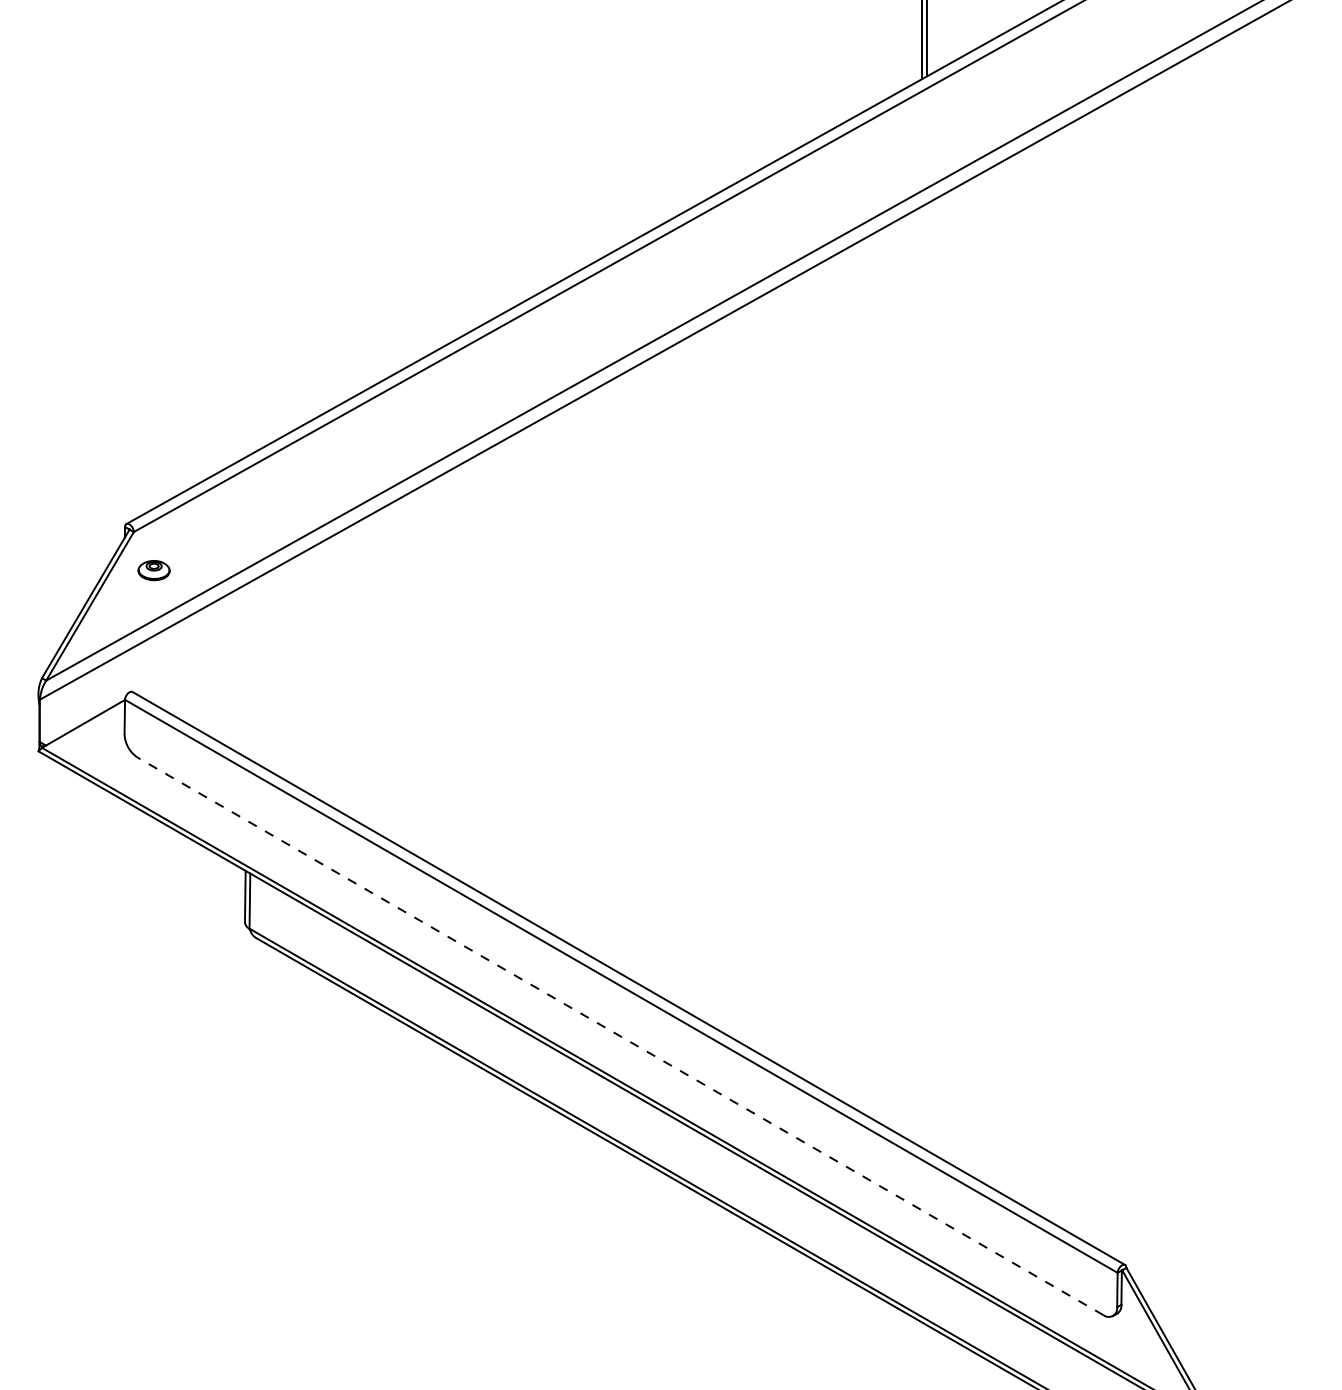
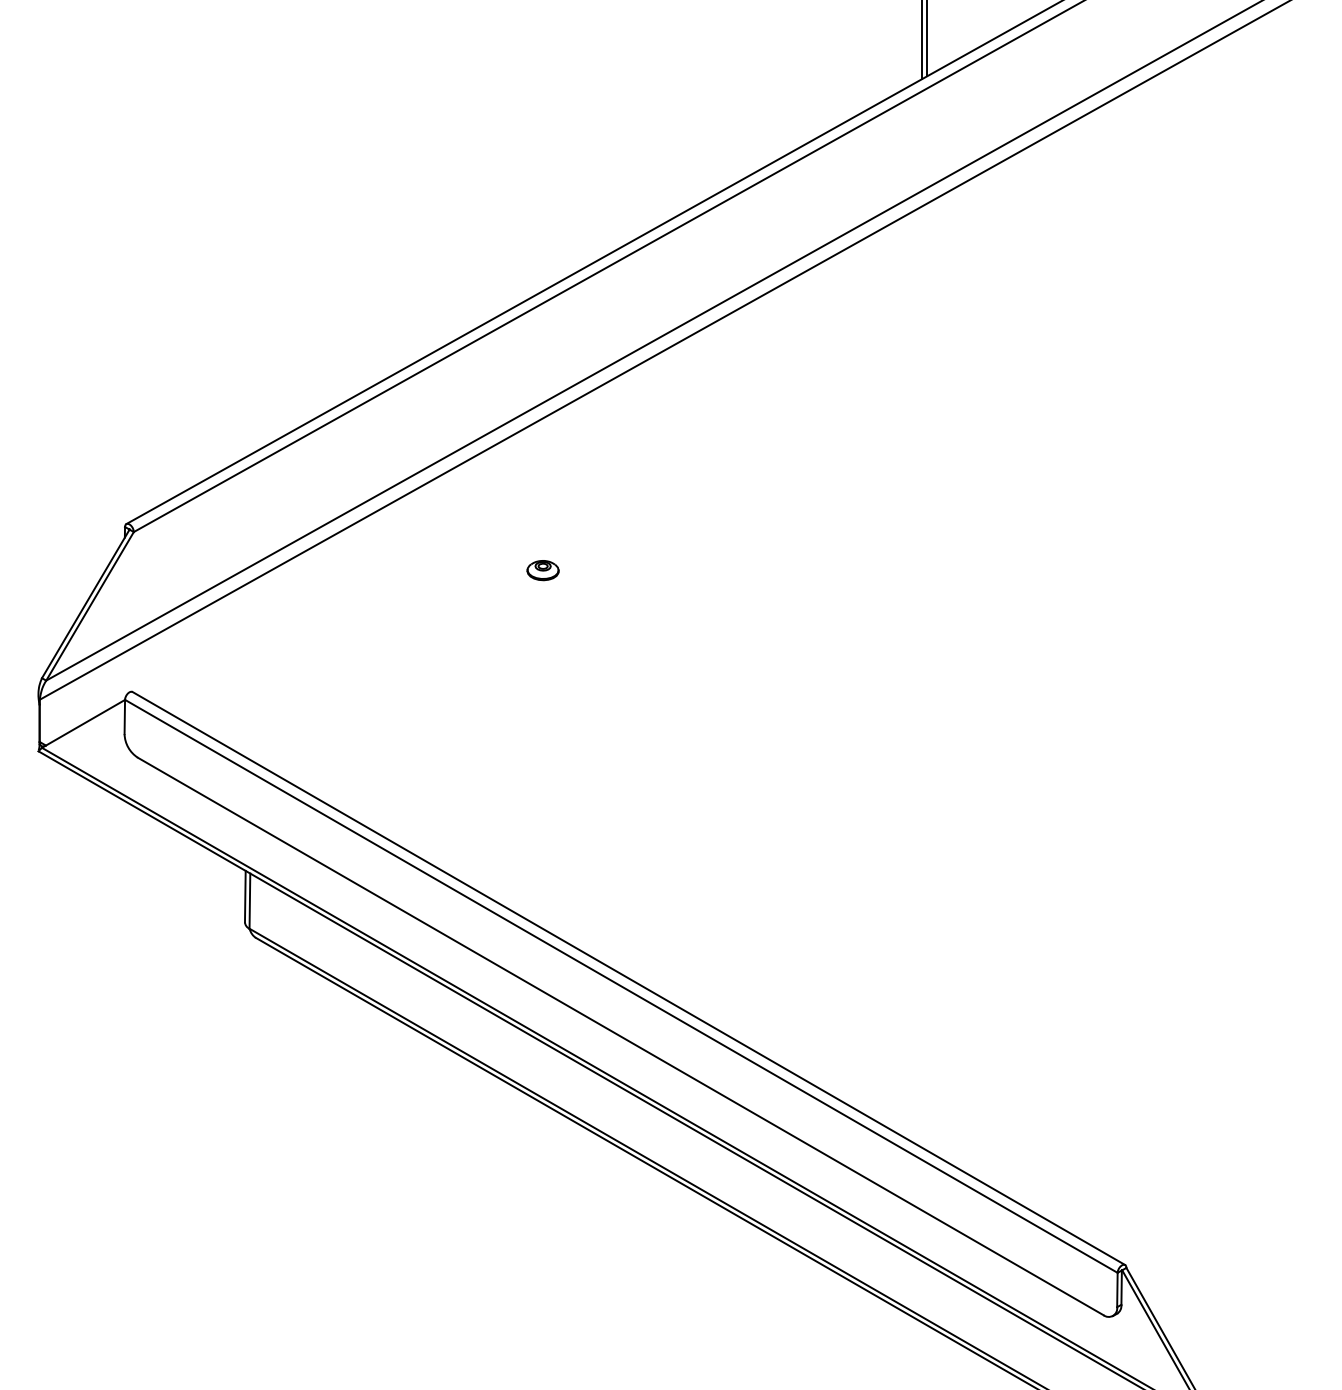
part at (153, 570) position: (153, 570) -> (542, 570)
line at (620, 1036): dashed -> solid
